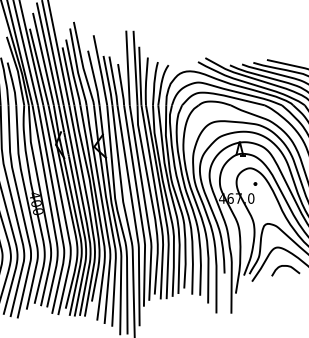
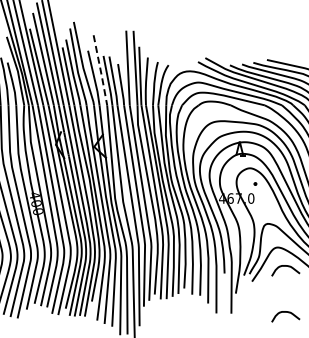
line at (100, 71): solid -> dashed
curve at (285, 312): none -> present
